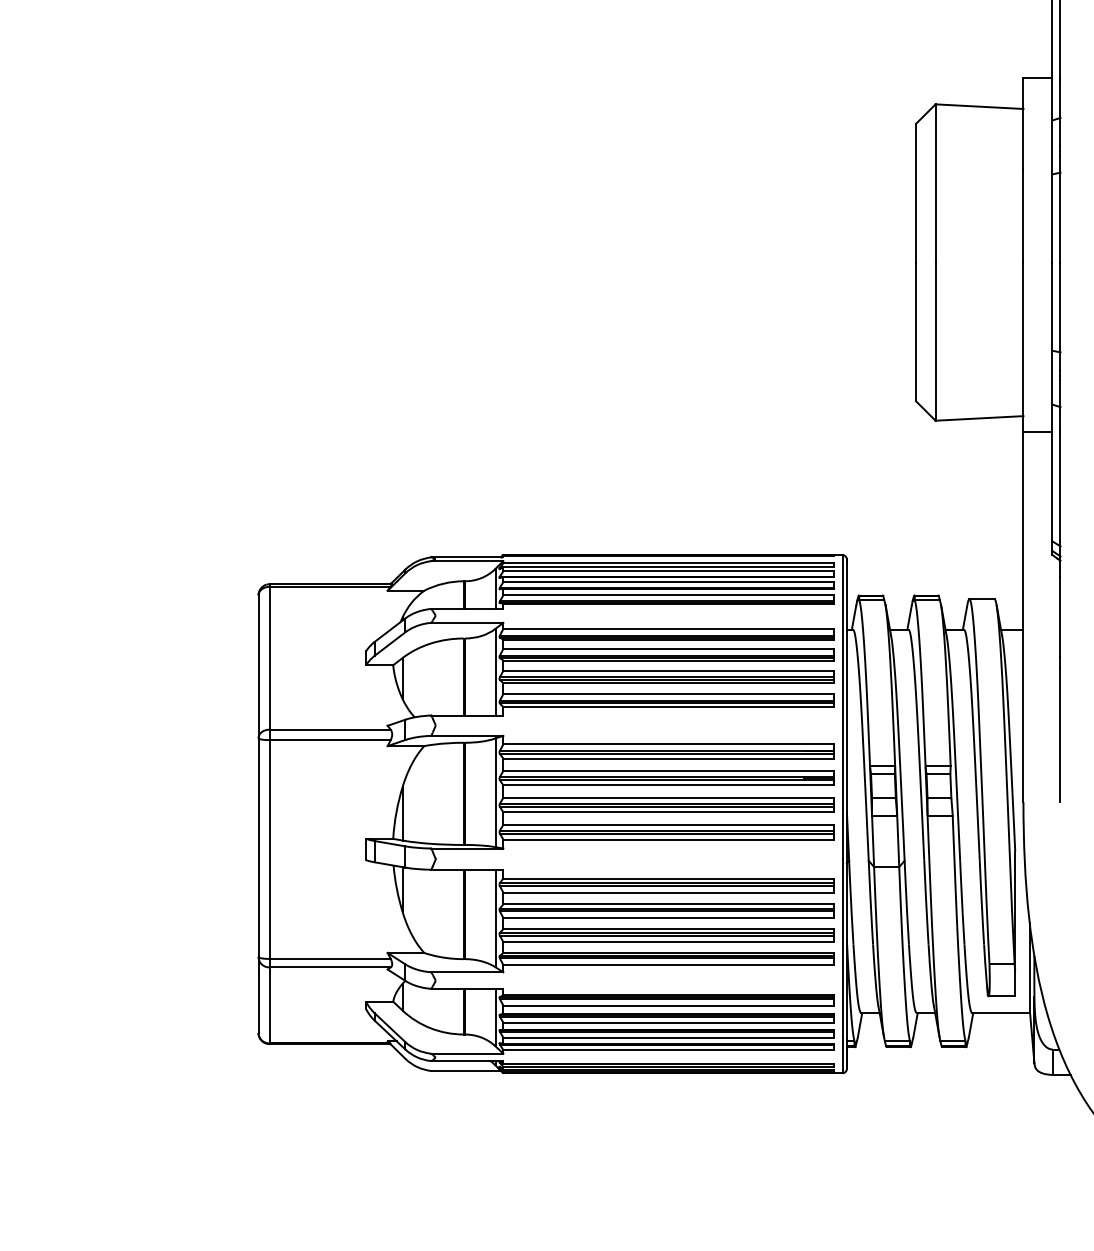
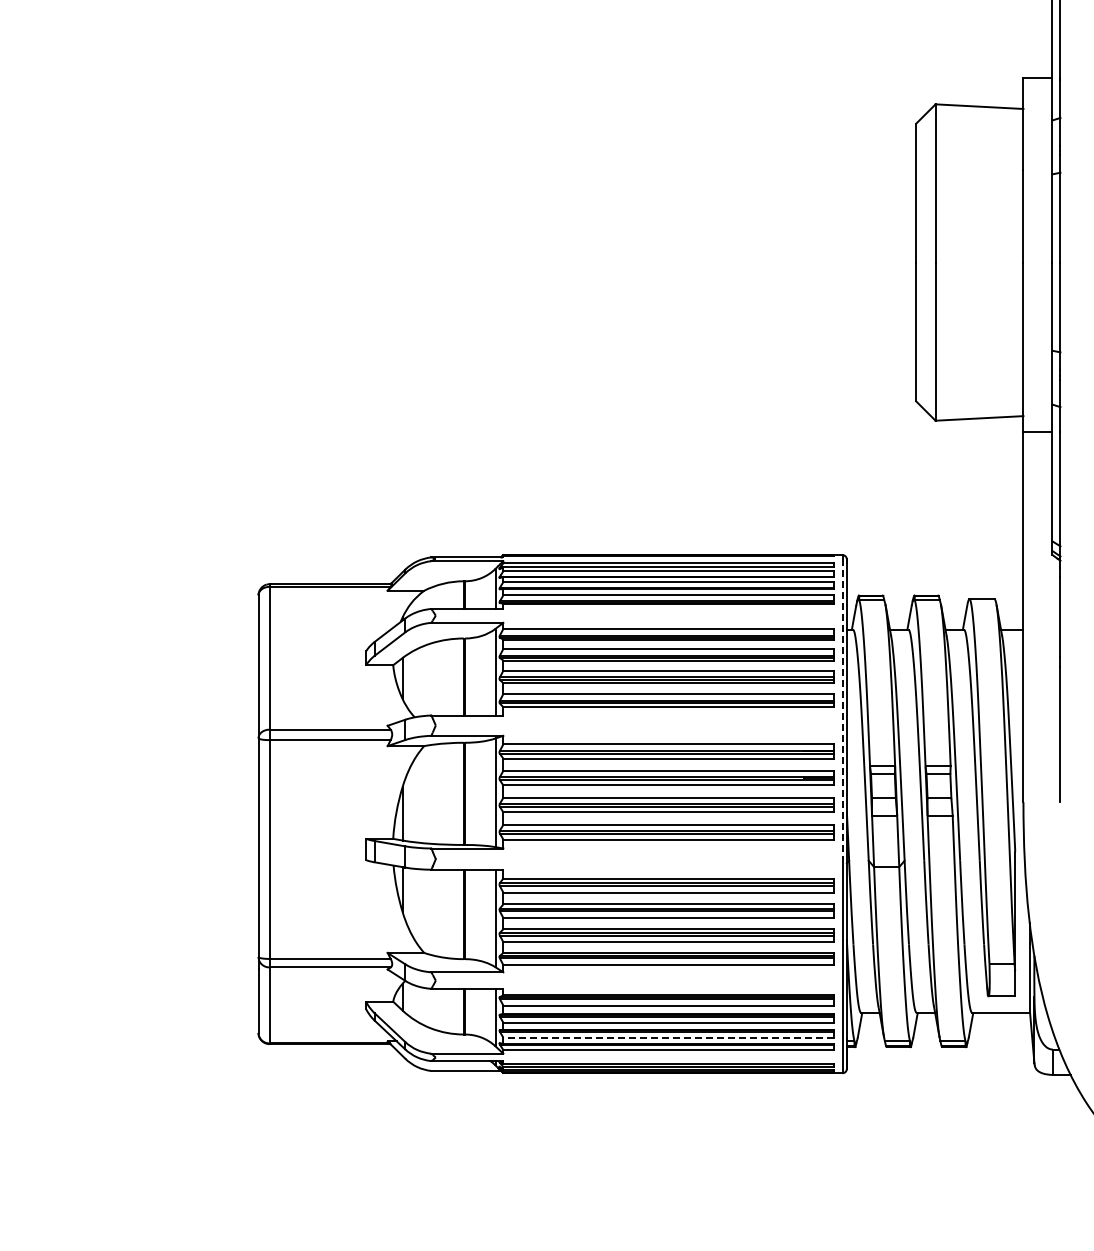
line at (842, 709): solid -> dashed
line at (668, 1037): solid -> dashed
